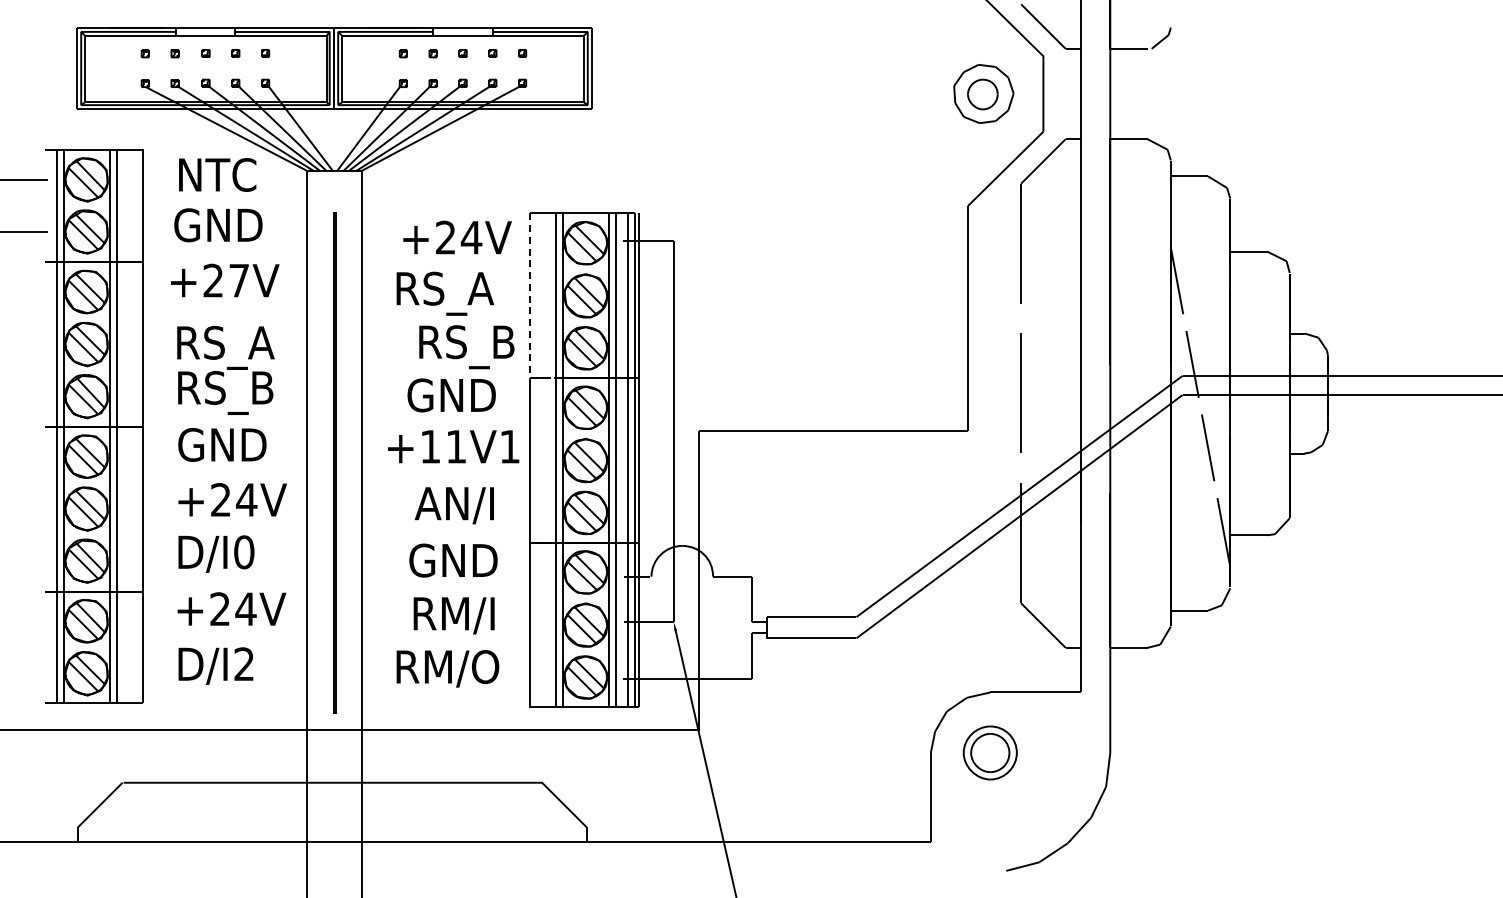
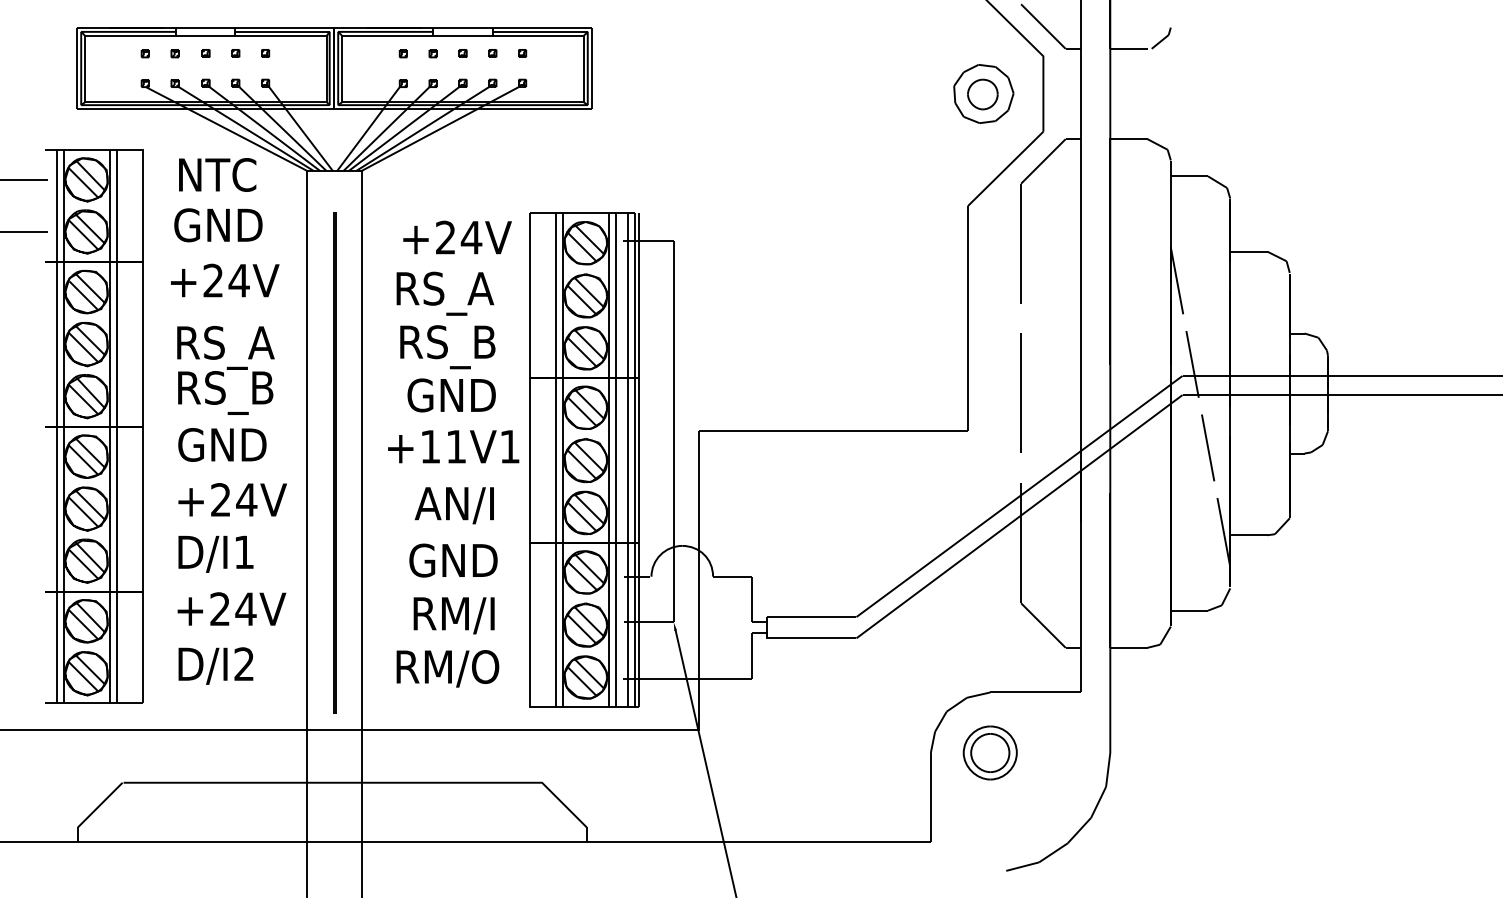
text at (238, 280): +27V -> +24V
line at (530, 309): dashed -> solid
text at (466, 347) position: (466, 347) -> (447, 347)
text at (244, 552): D/I0 -> D/I1
